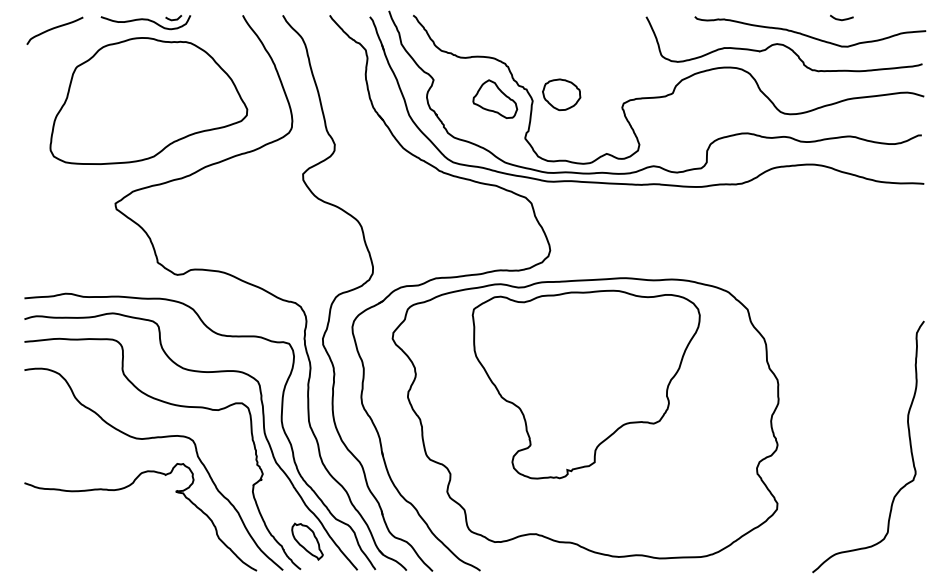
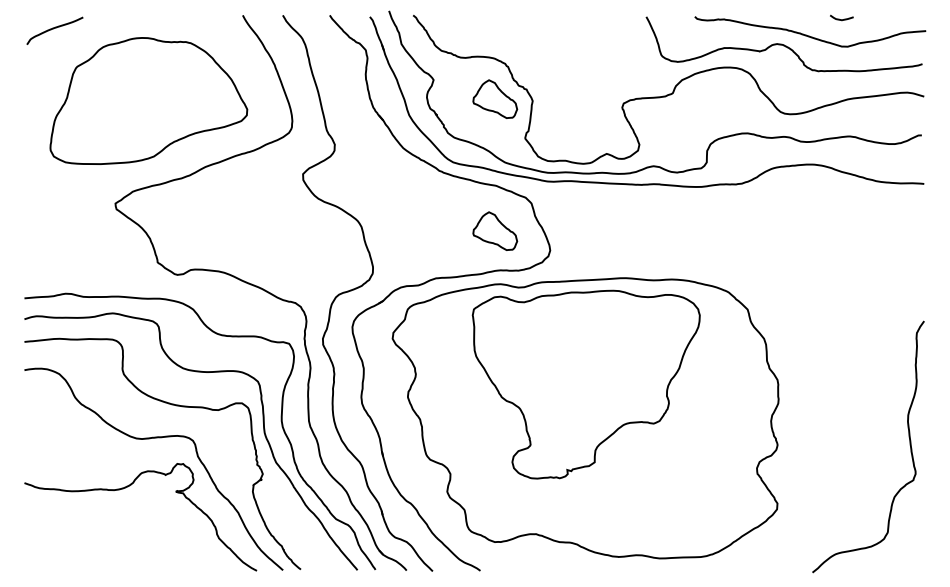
part at (145, 22): present -> none
part at (561, 94): present -> none
part at (495, 230): none -> present
part at (307, 541): present -> none
